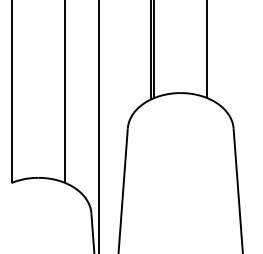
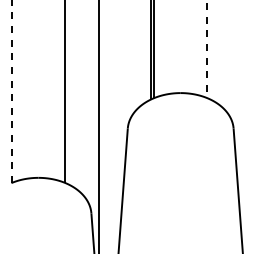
line at (207, 49): solid -> dashed
line at (12, 91): solid -> dashed
